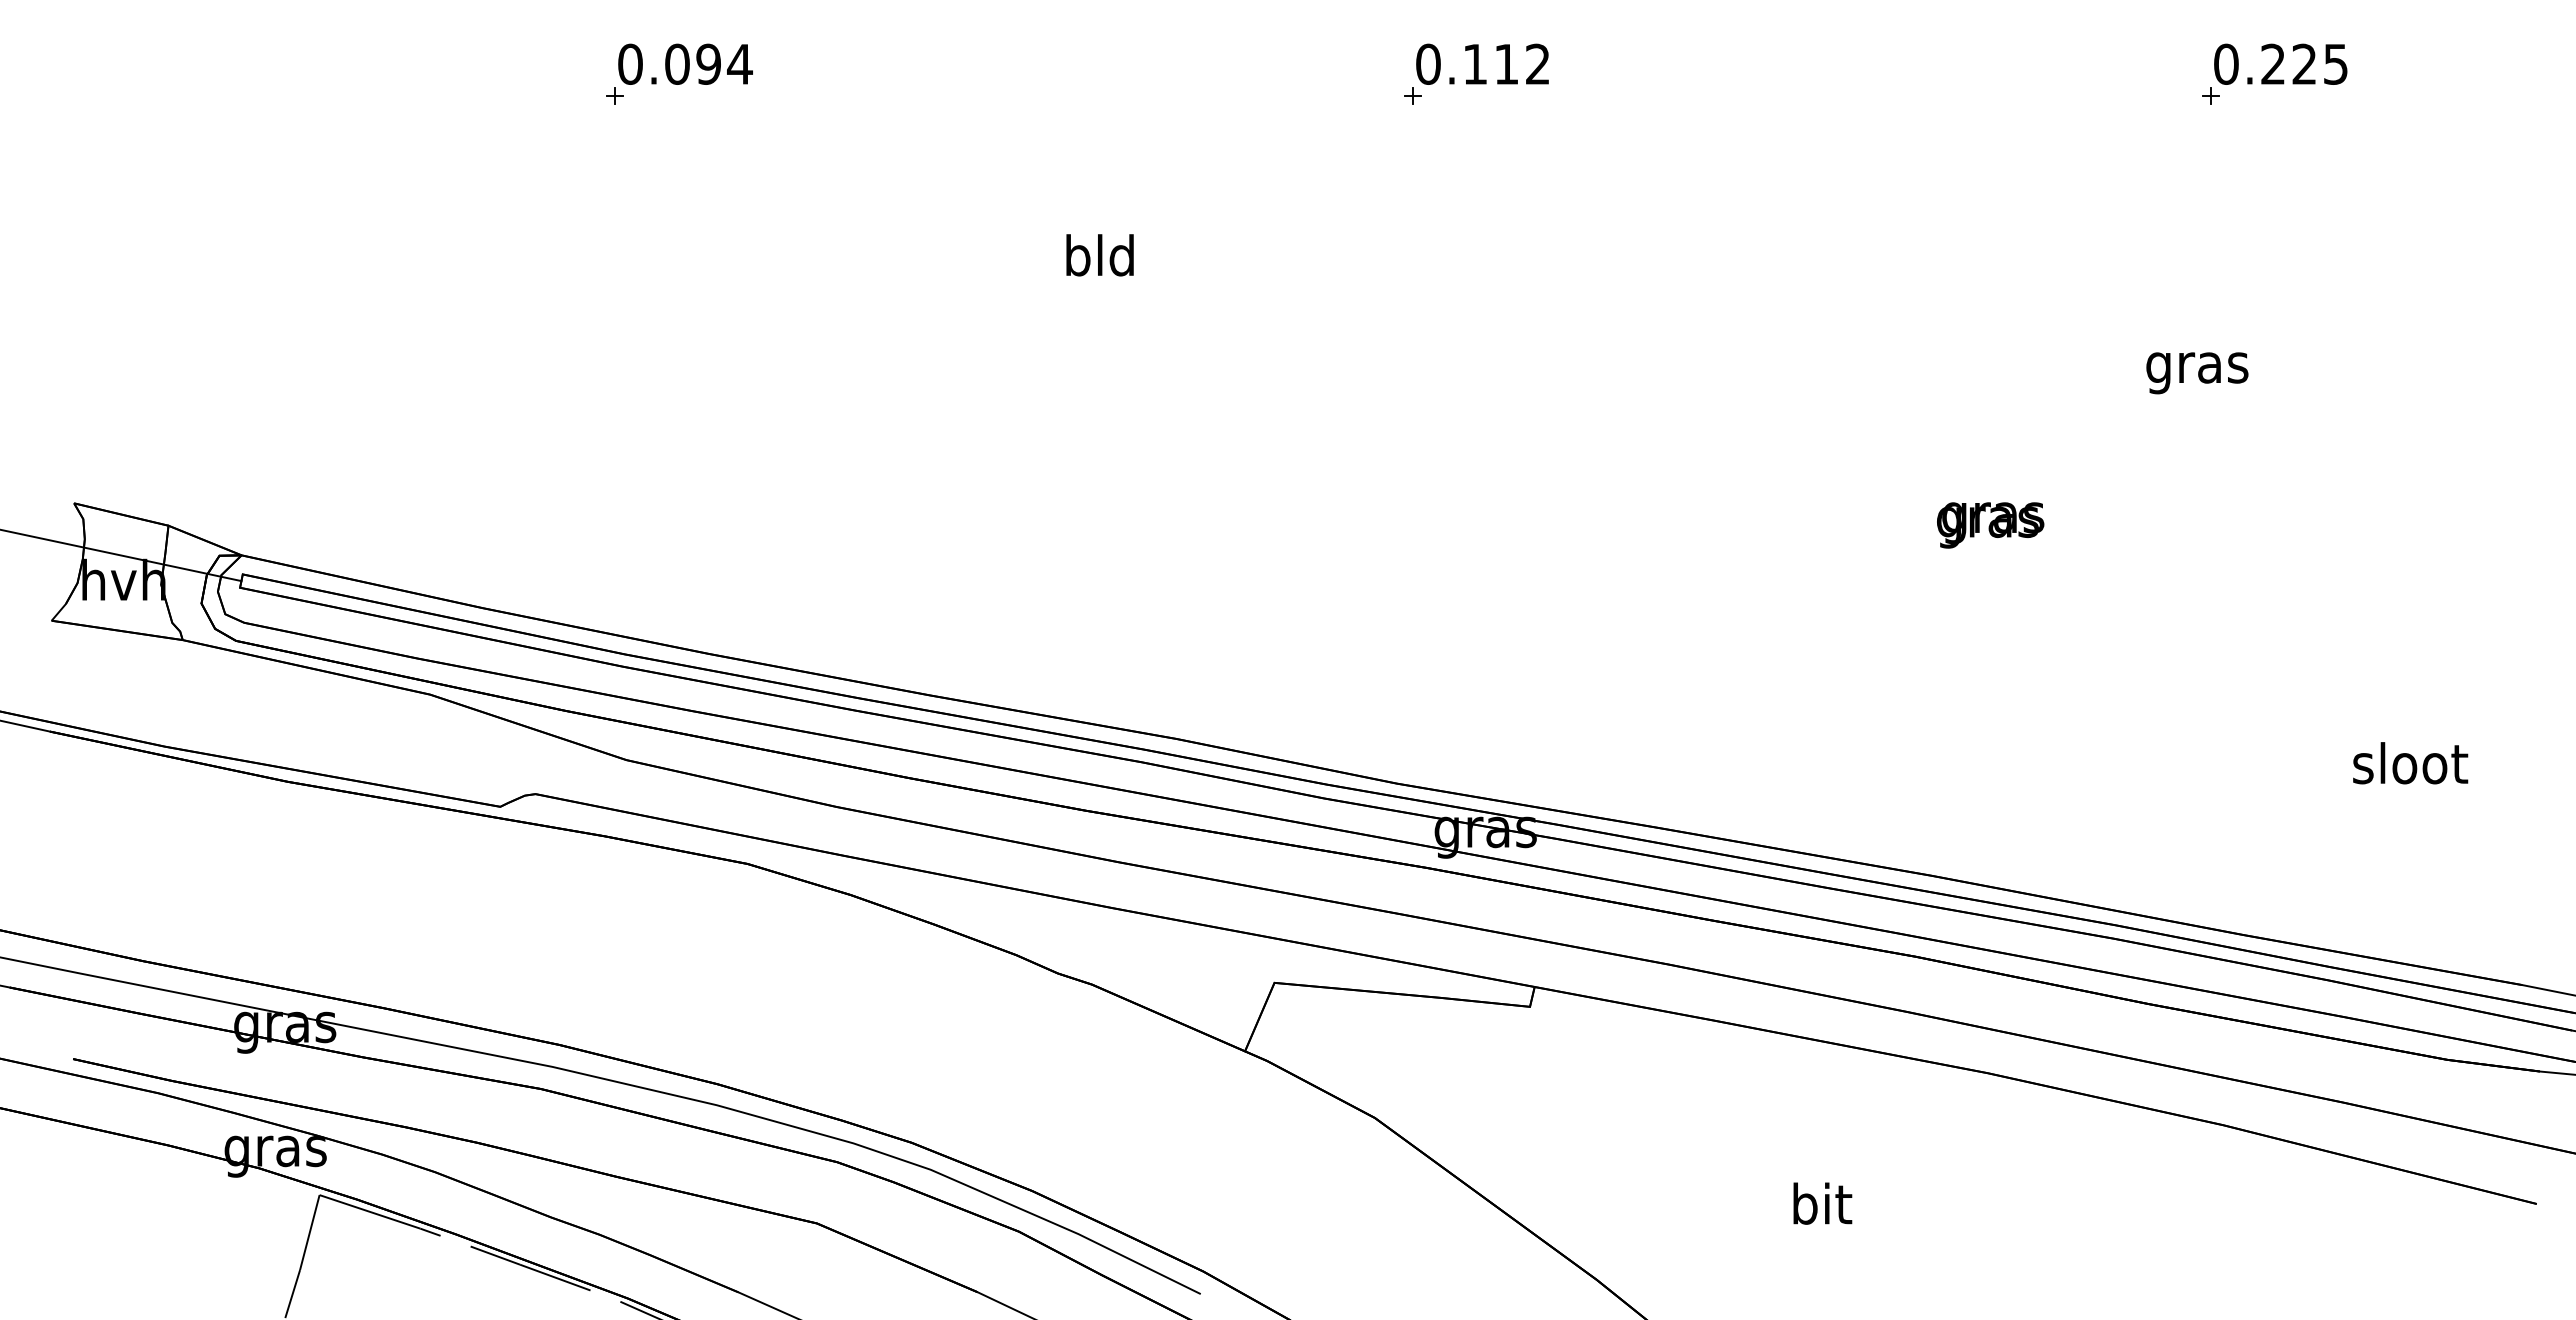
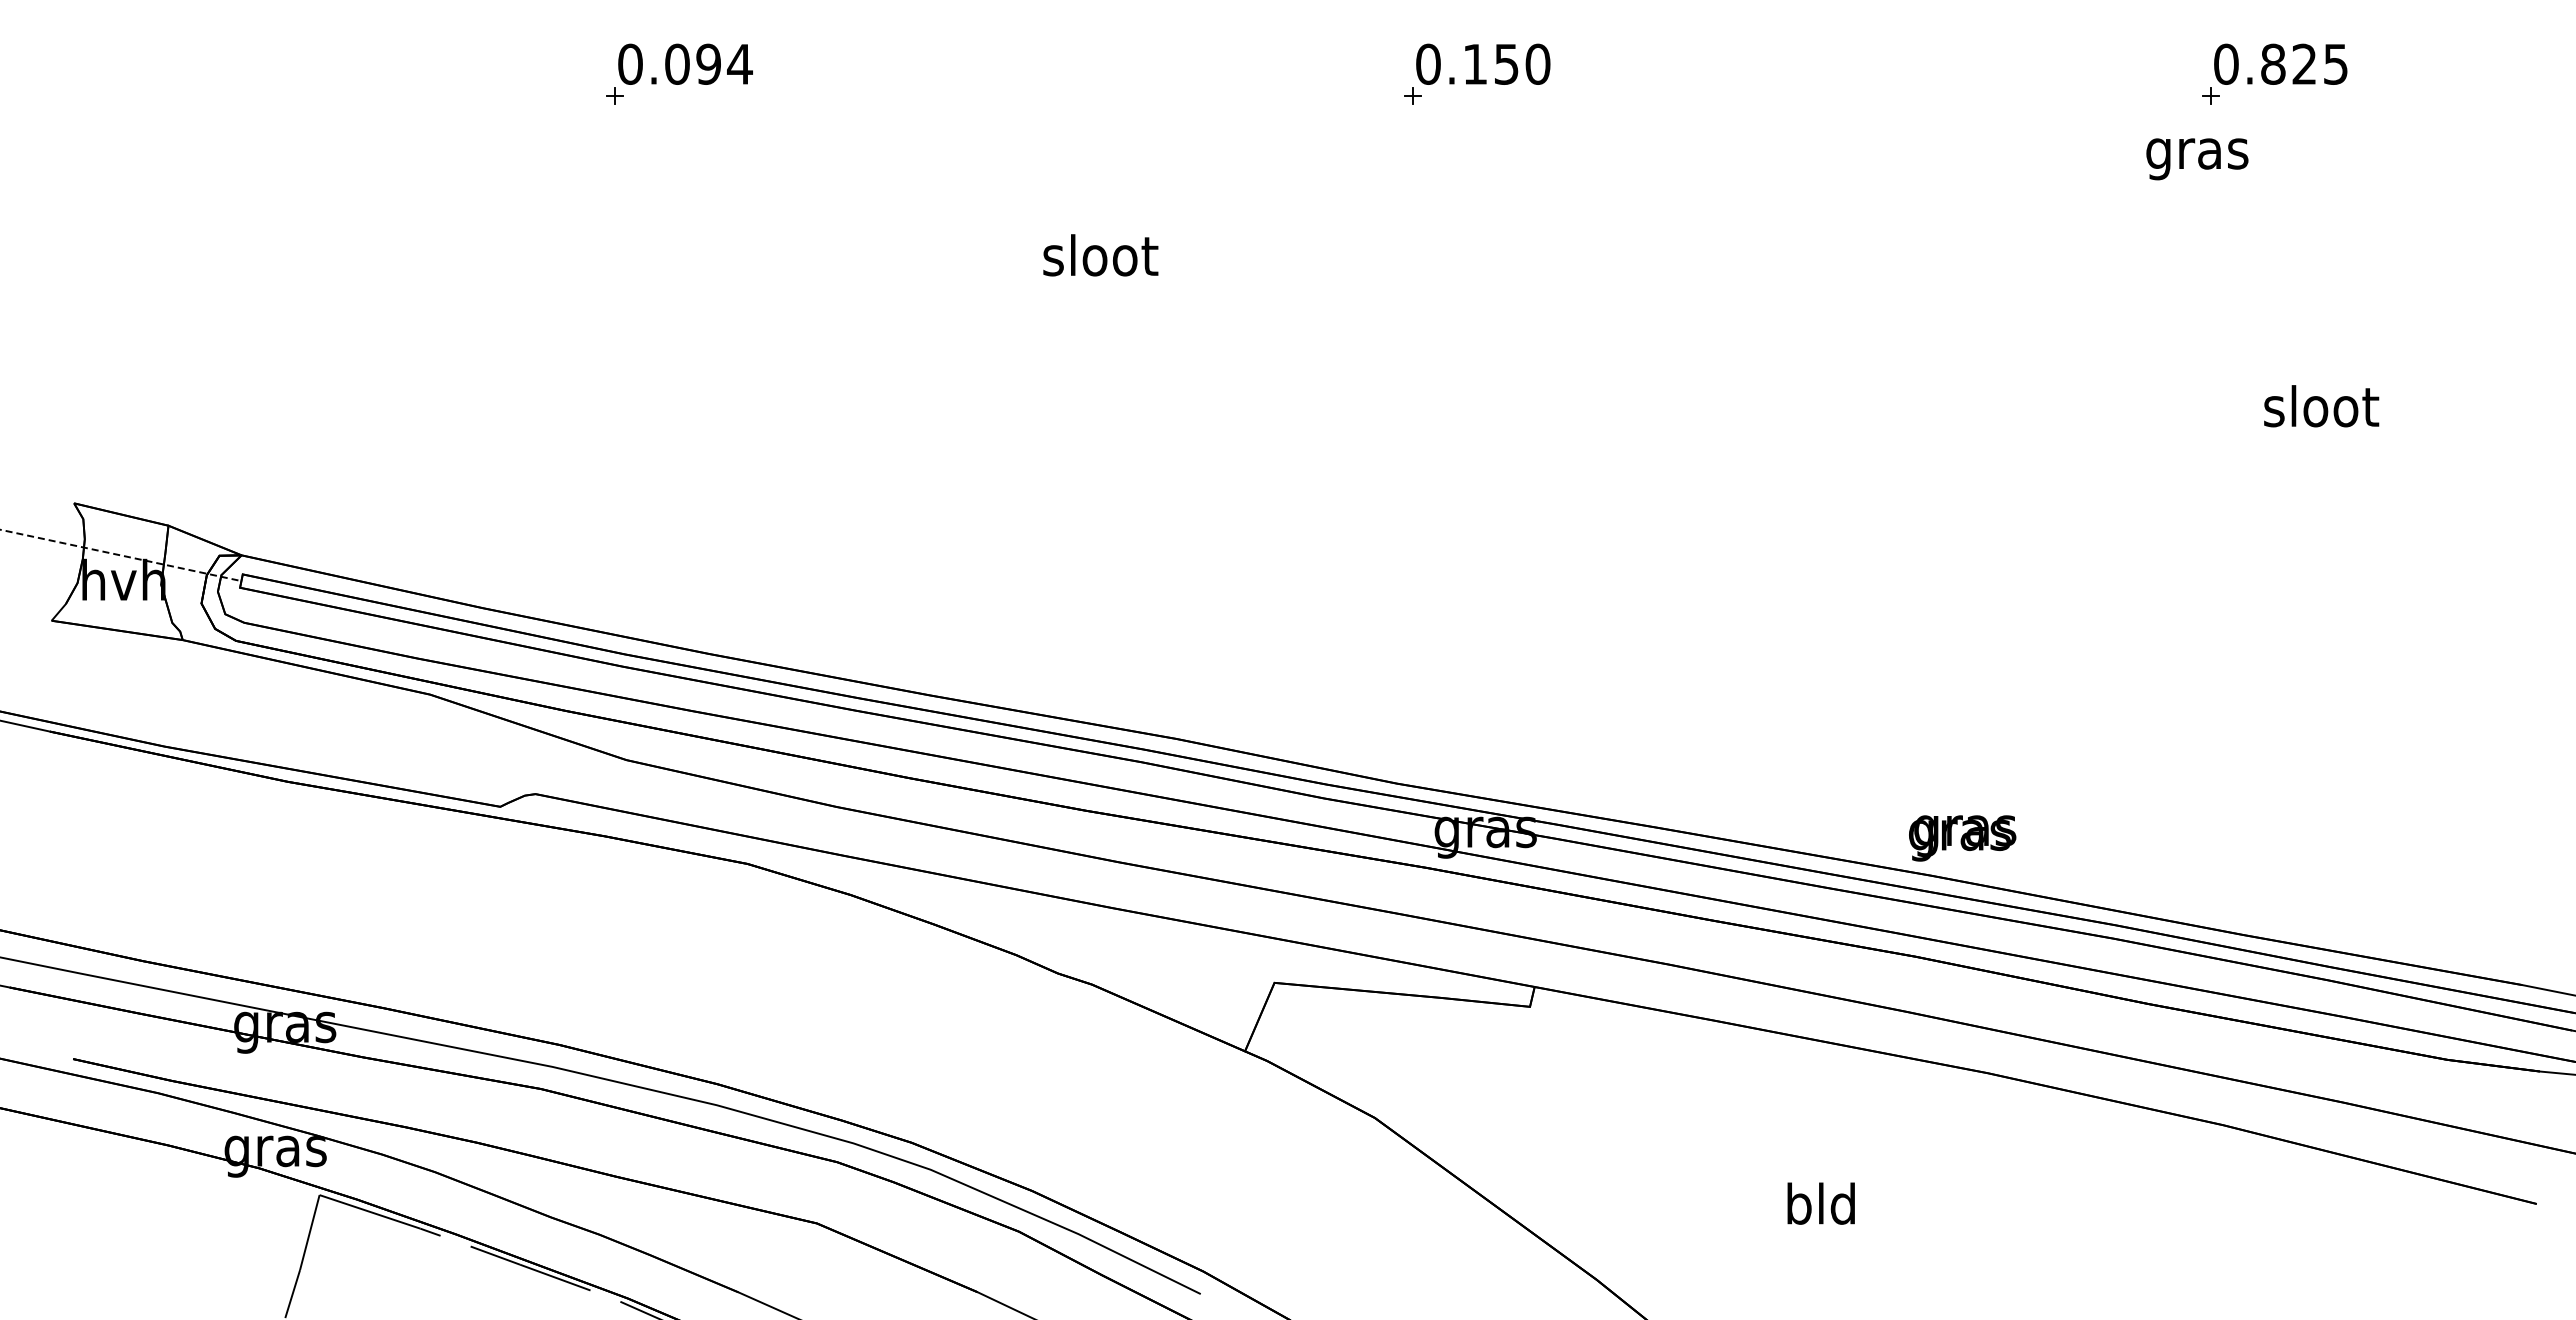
text at (1522, 63): 0.112 -> 0.150
text at (2273, 63): 0.225 -> 0.825
text at (1100, 255): bld -> sloot
text at (2197, 373) position: (2197, 373) -> (2197, 159)
text at (1990, 525) position: (1990, 525) -> (1962, 838)
line at (121, 555): solid -> dashed
text at (2410, 763) position: (2410, 763) -> (2321, 406)
text at (1820, 1203): bit -> bld
